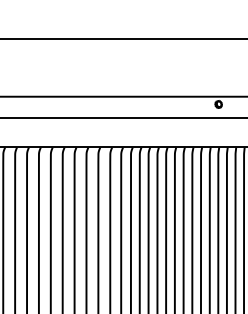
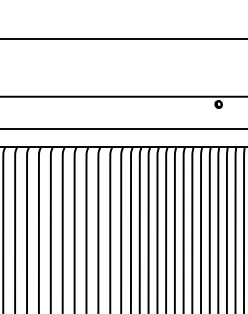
line at (123, 118) position: (123, 118) -> (123, 129)
